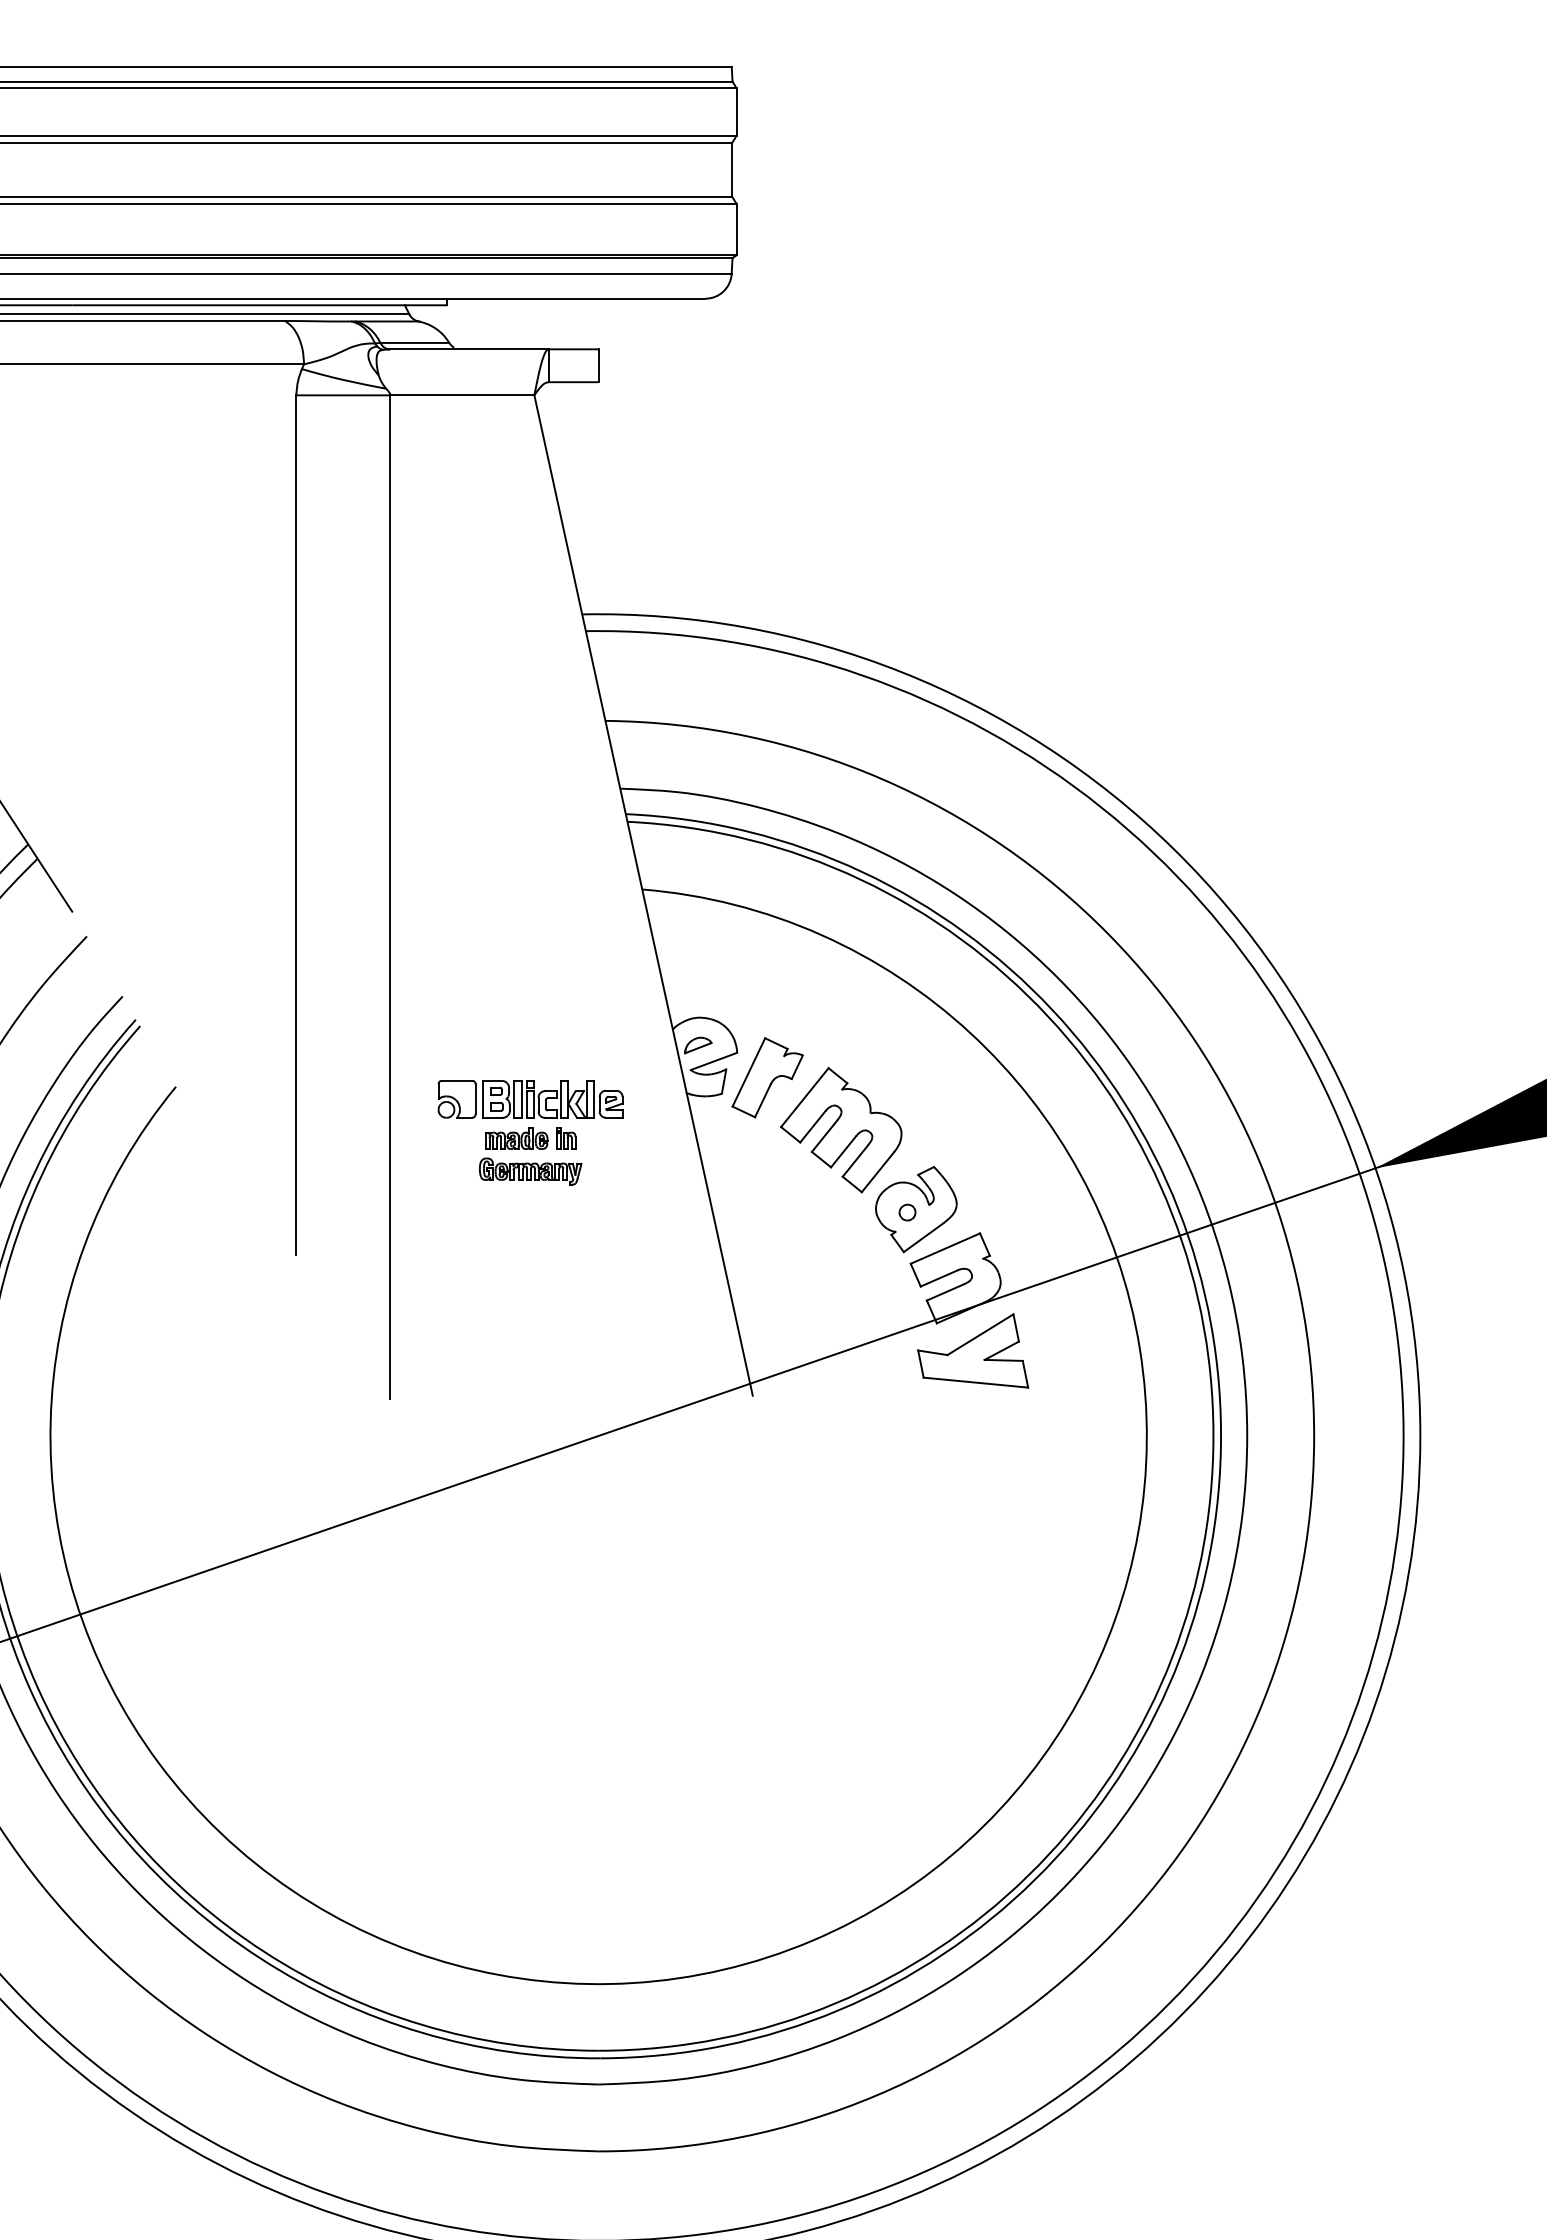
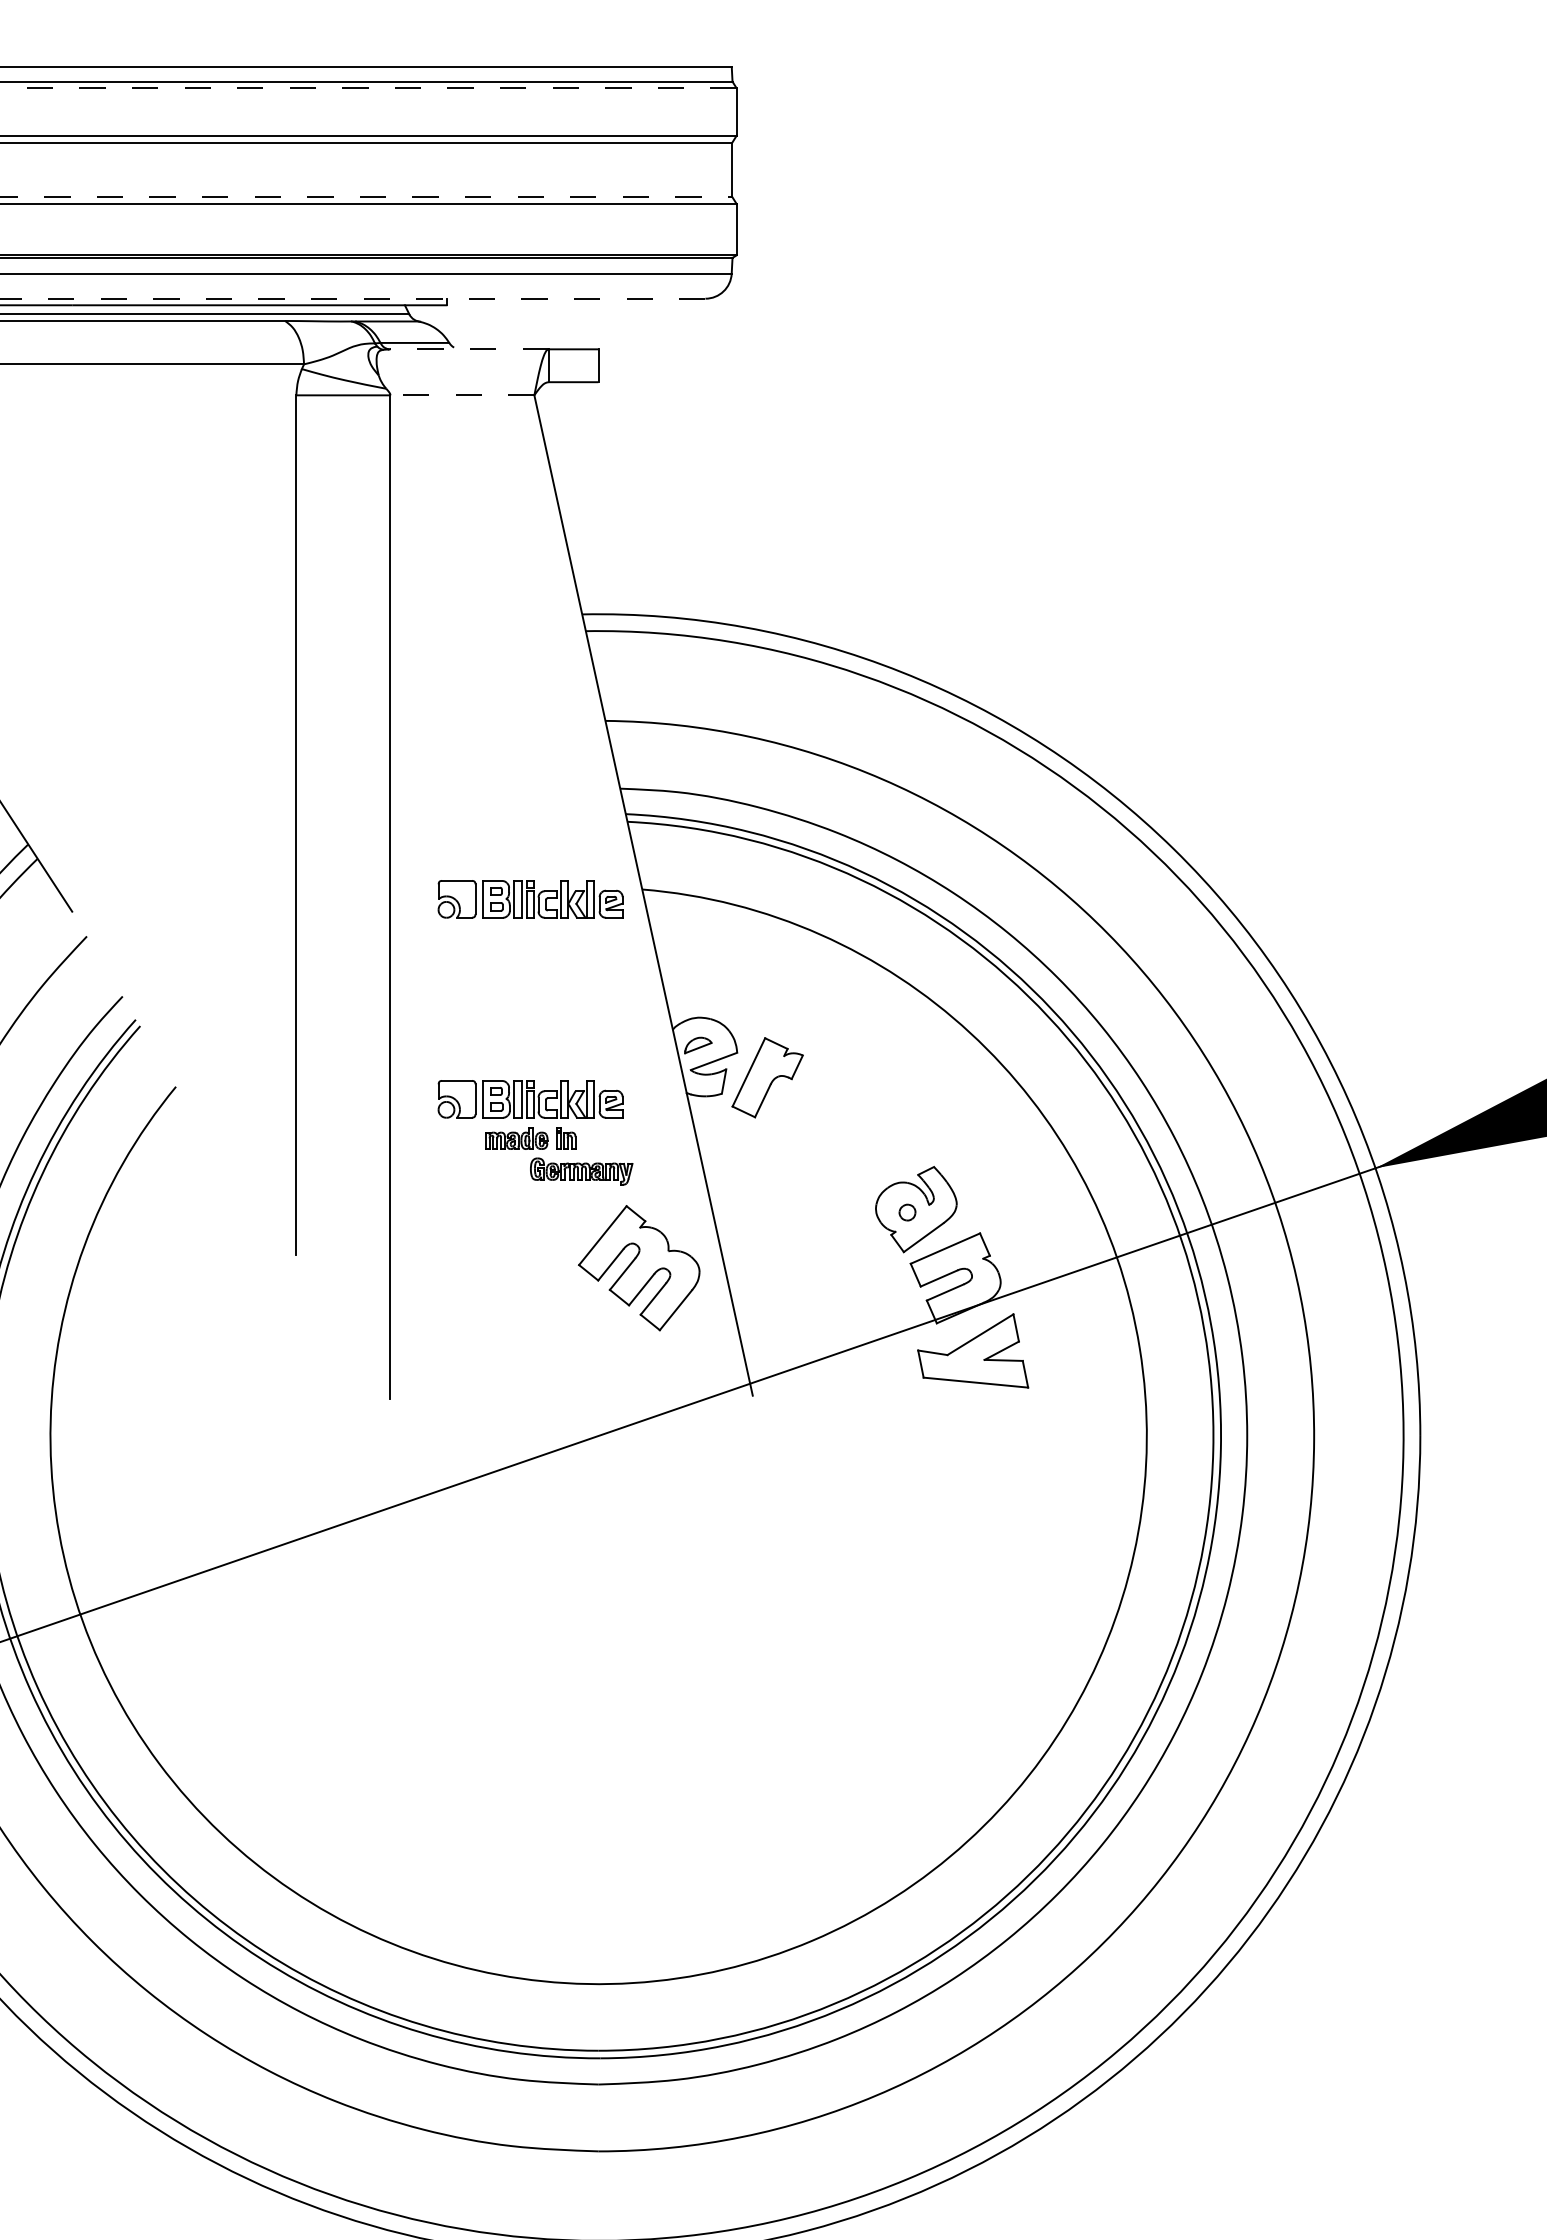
line at (368, 88): solid -> dashed
line at (366, 197): solid -> dashed
line at (352, 298): solid -> dashed
line at (469, 349): solid -> dashed
line at (462, 395): solid -> dashed
part at (530, 899): none -> present
part at (841, 1130) position: (841, 1130) -> (639, 1268)
part at (530, 1171) position: (530, 1171) -> (581, 1171)
